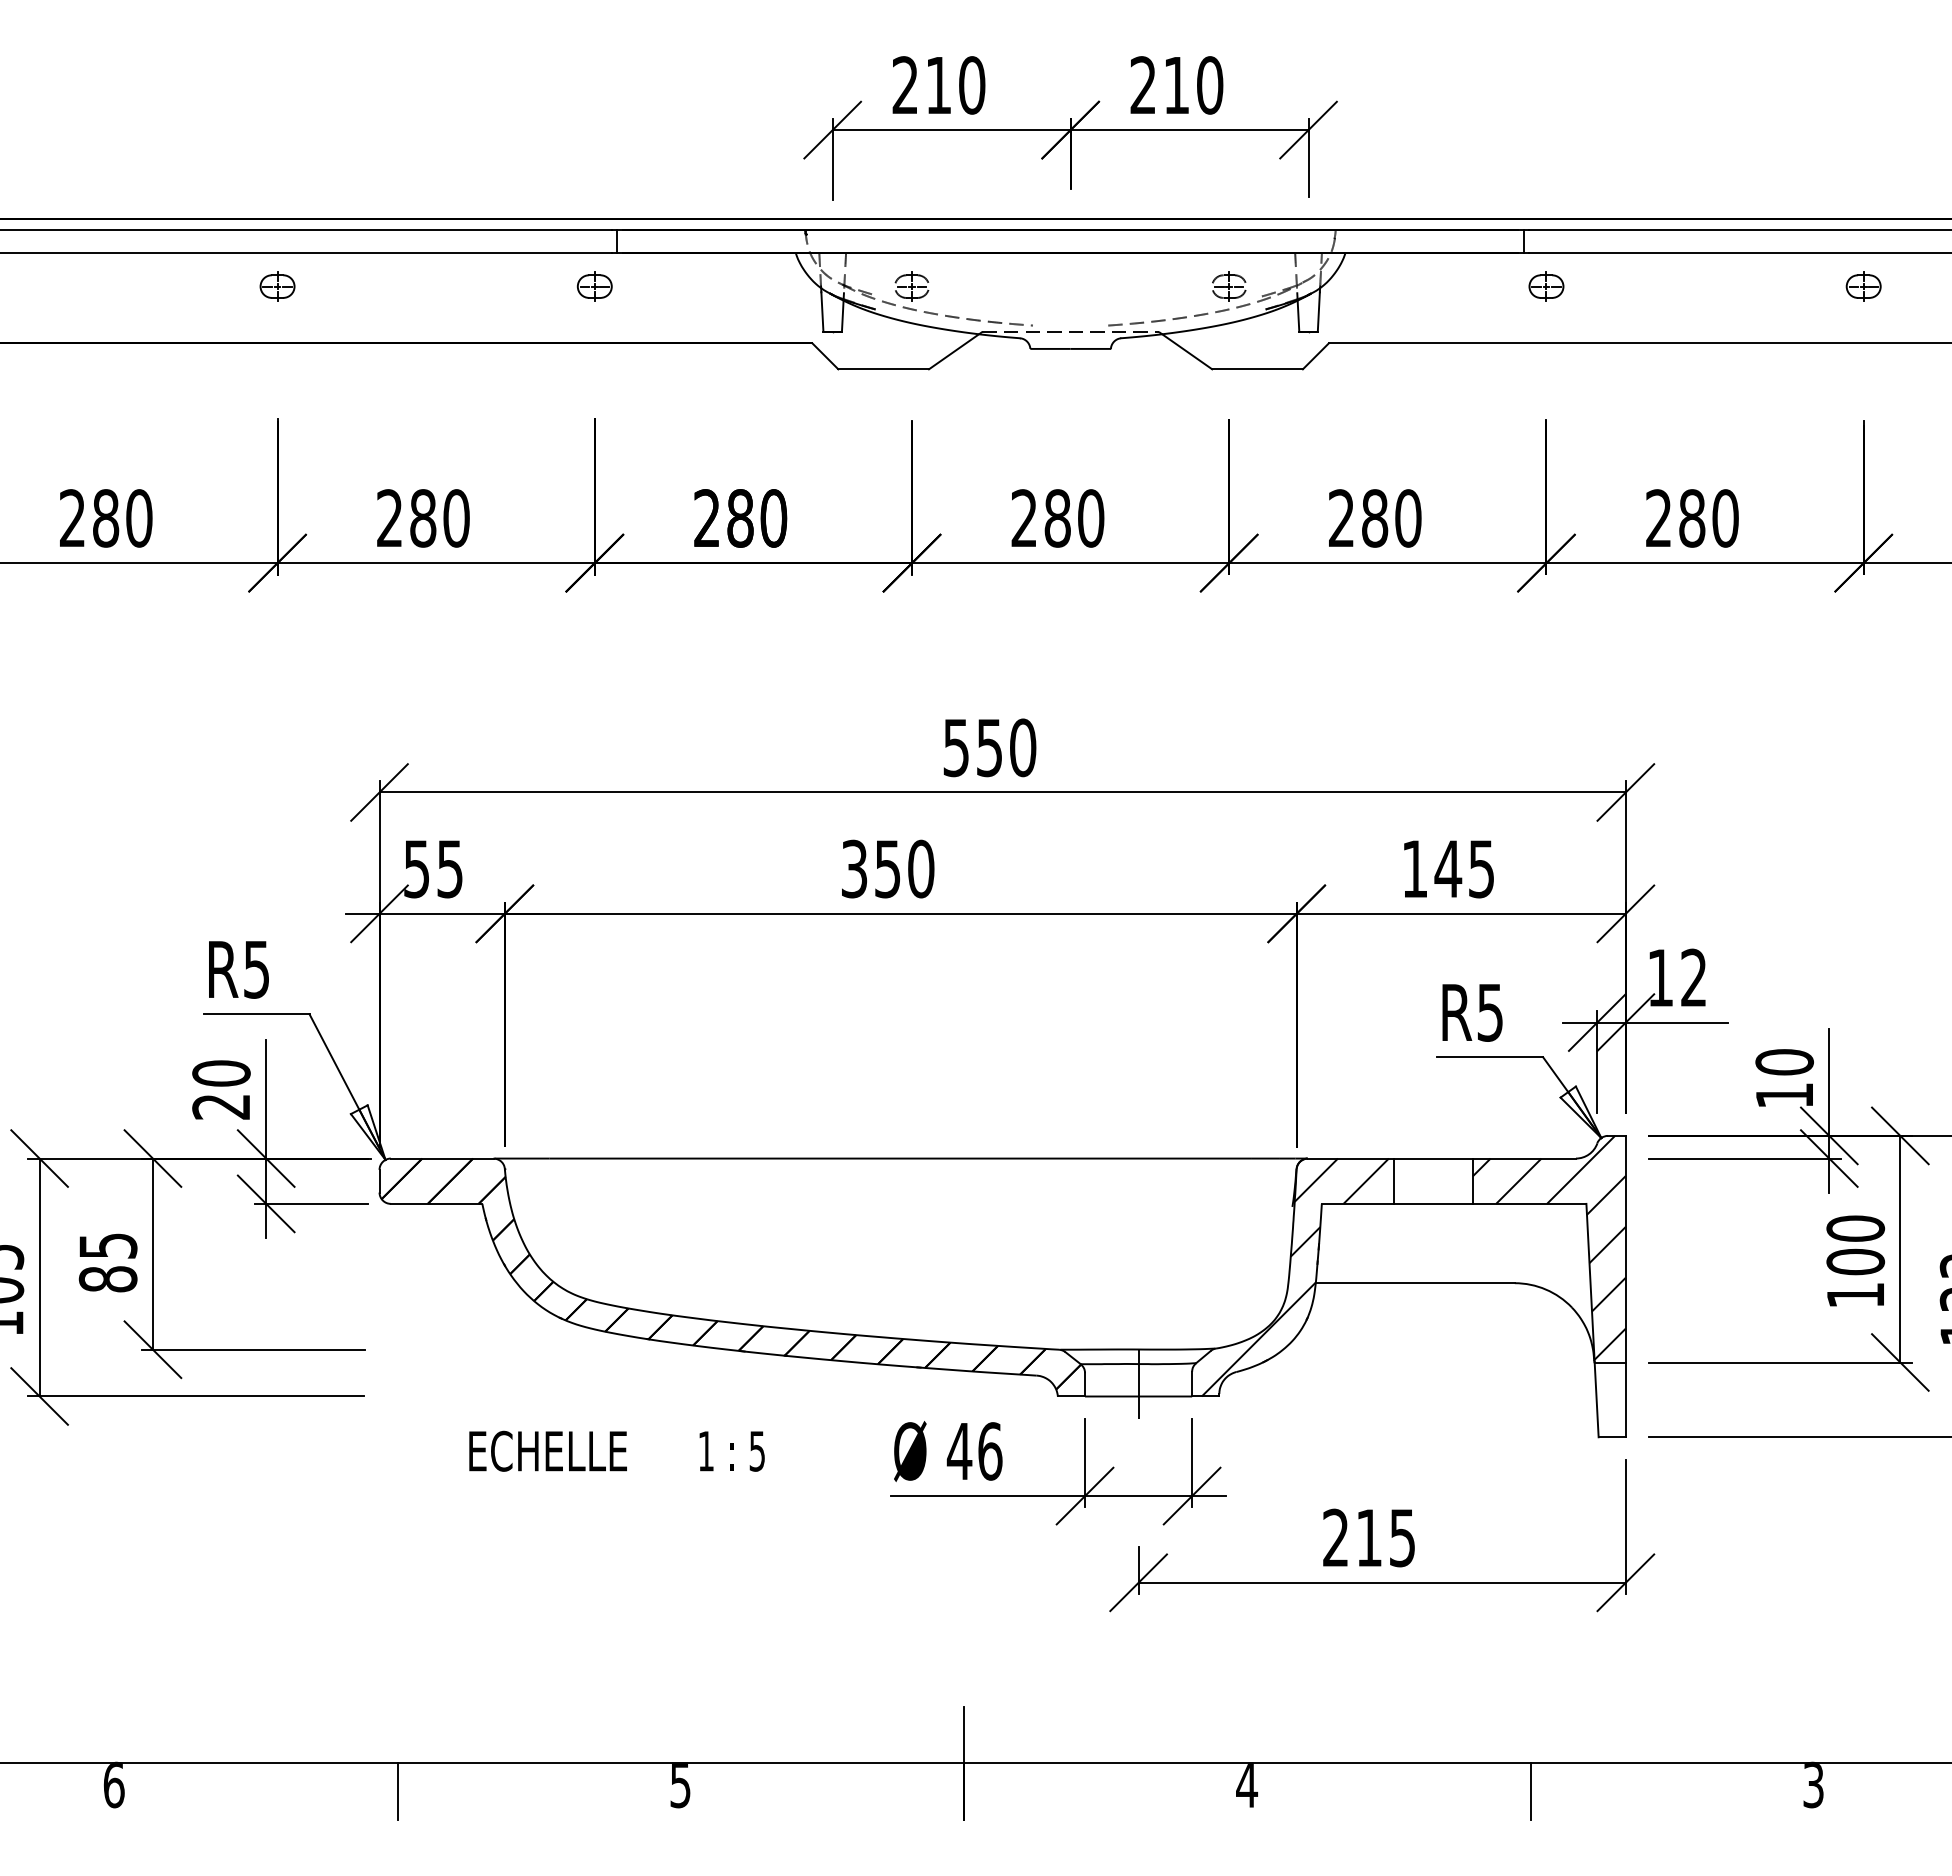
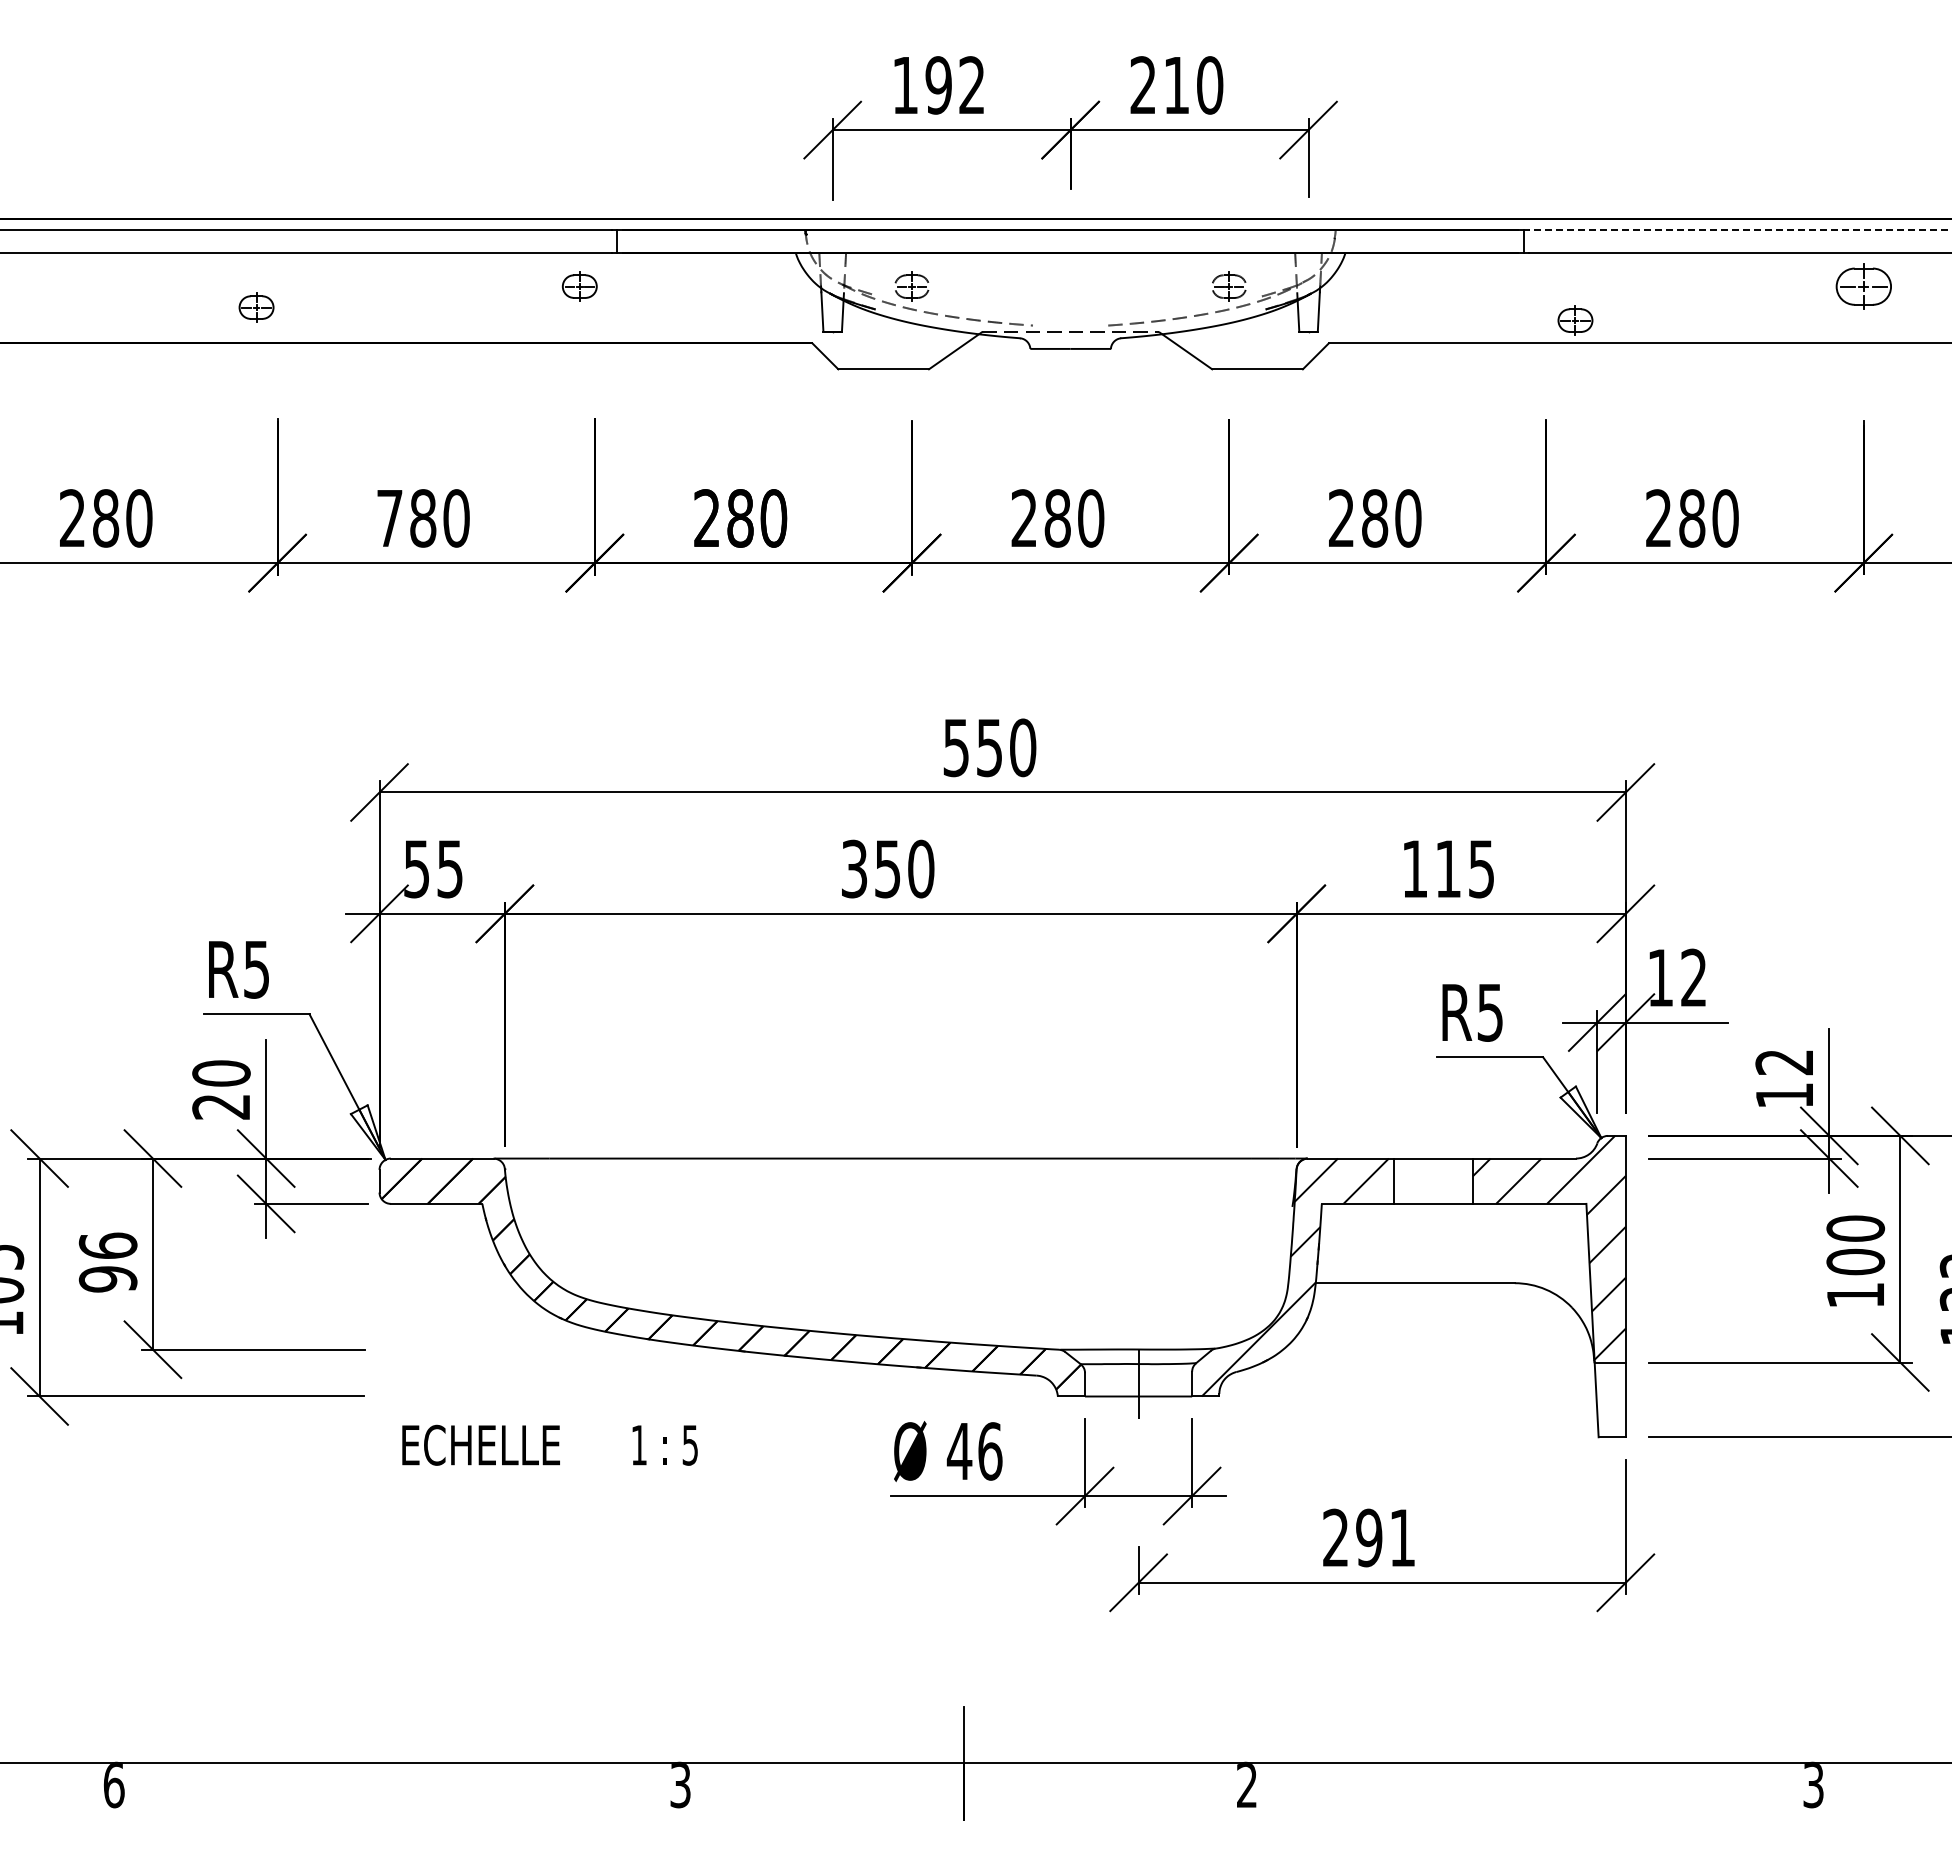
text at (938, 85): 210 -> 192
line at (1740, 229): solid -> dashed
part at (277, 286) position: (277, 286) -> (256, 307)
part at (594, 286) position: (594, 286) -> (579, 286)
part at (1546, 286) position: (1546, 286) -> (1575, 320)
part at (1863, 286) size: 37x31 px -> 57x47 px
text at (389, 517): 280 -> 780
text at (1448, 868): 145 -> 115
text at (1784, 1062): 10 -> 12
text at (107, 1262): 85 -> 96
text at (616, 1450) position: (616, 1450) -> (549, 1444)
text at (1385, 1537): 215 -> 291
text at (680, 1784): 5 -> 3
text at (1247, 1784): 4 -> 2
line at (397, 1791): present -> none
line at (1530, 1791): present -> none
